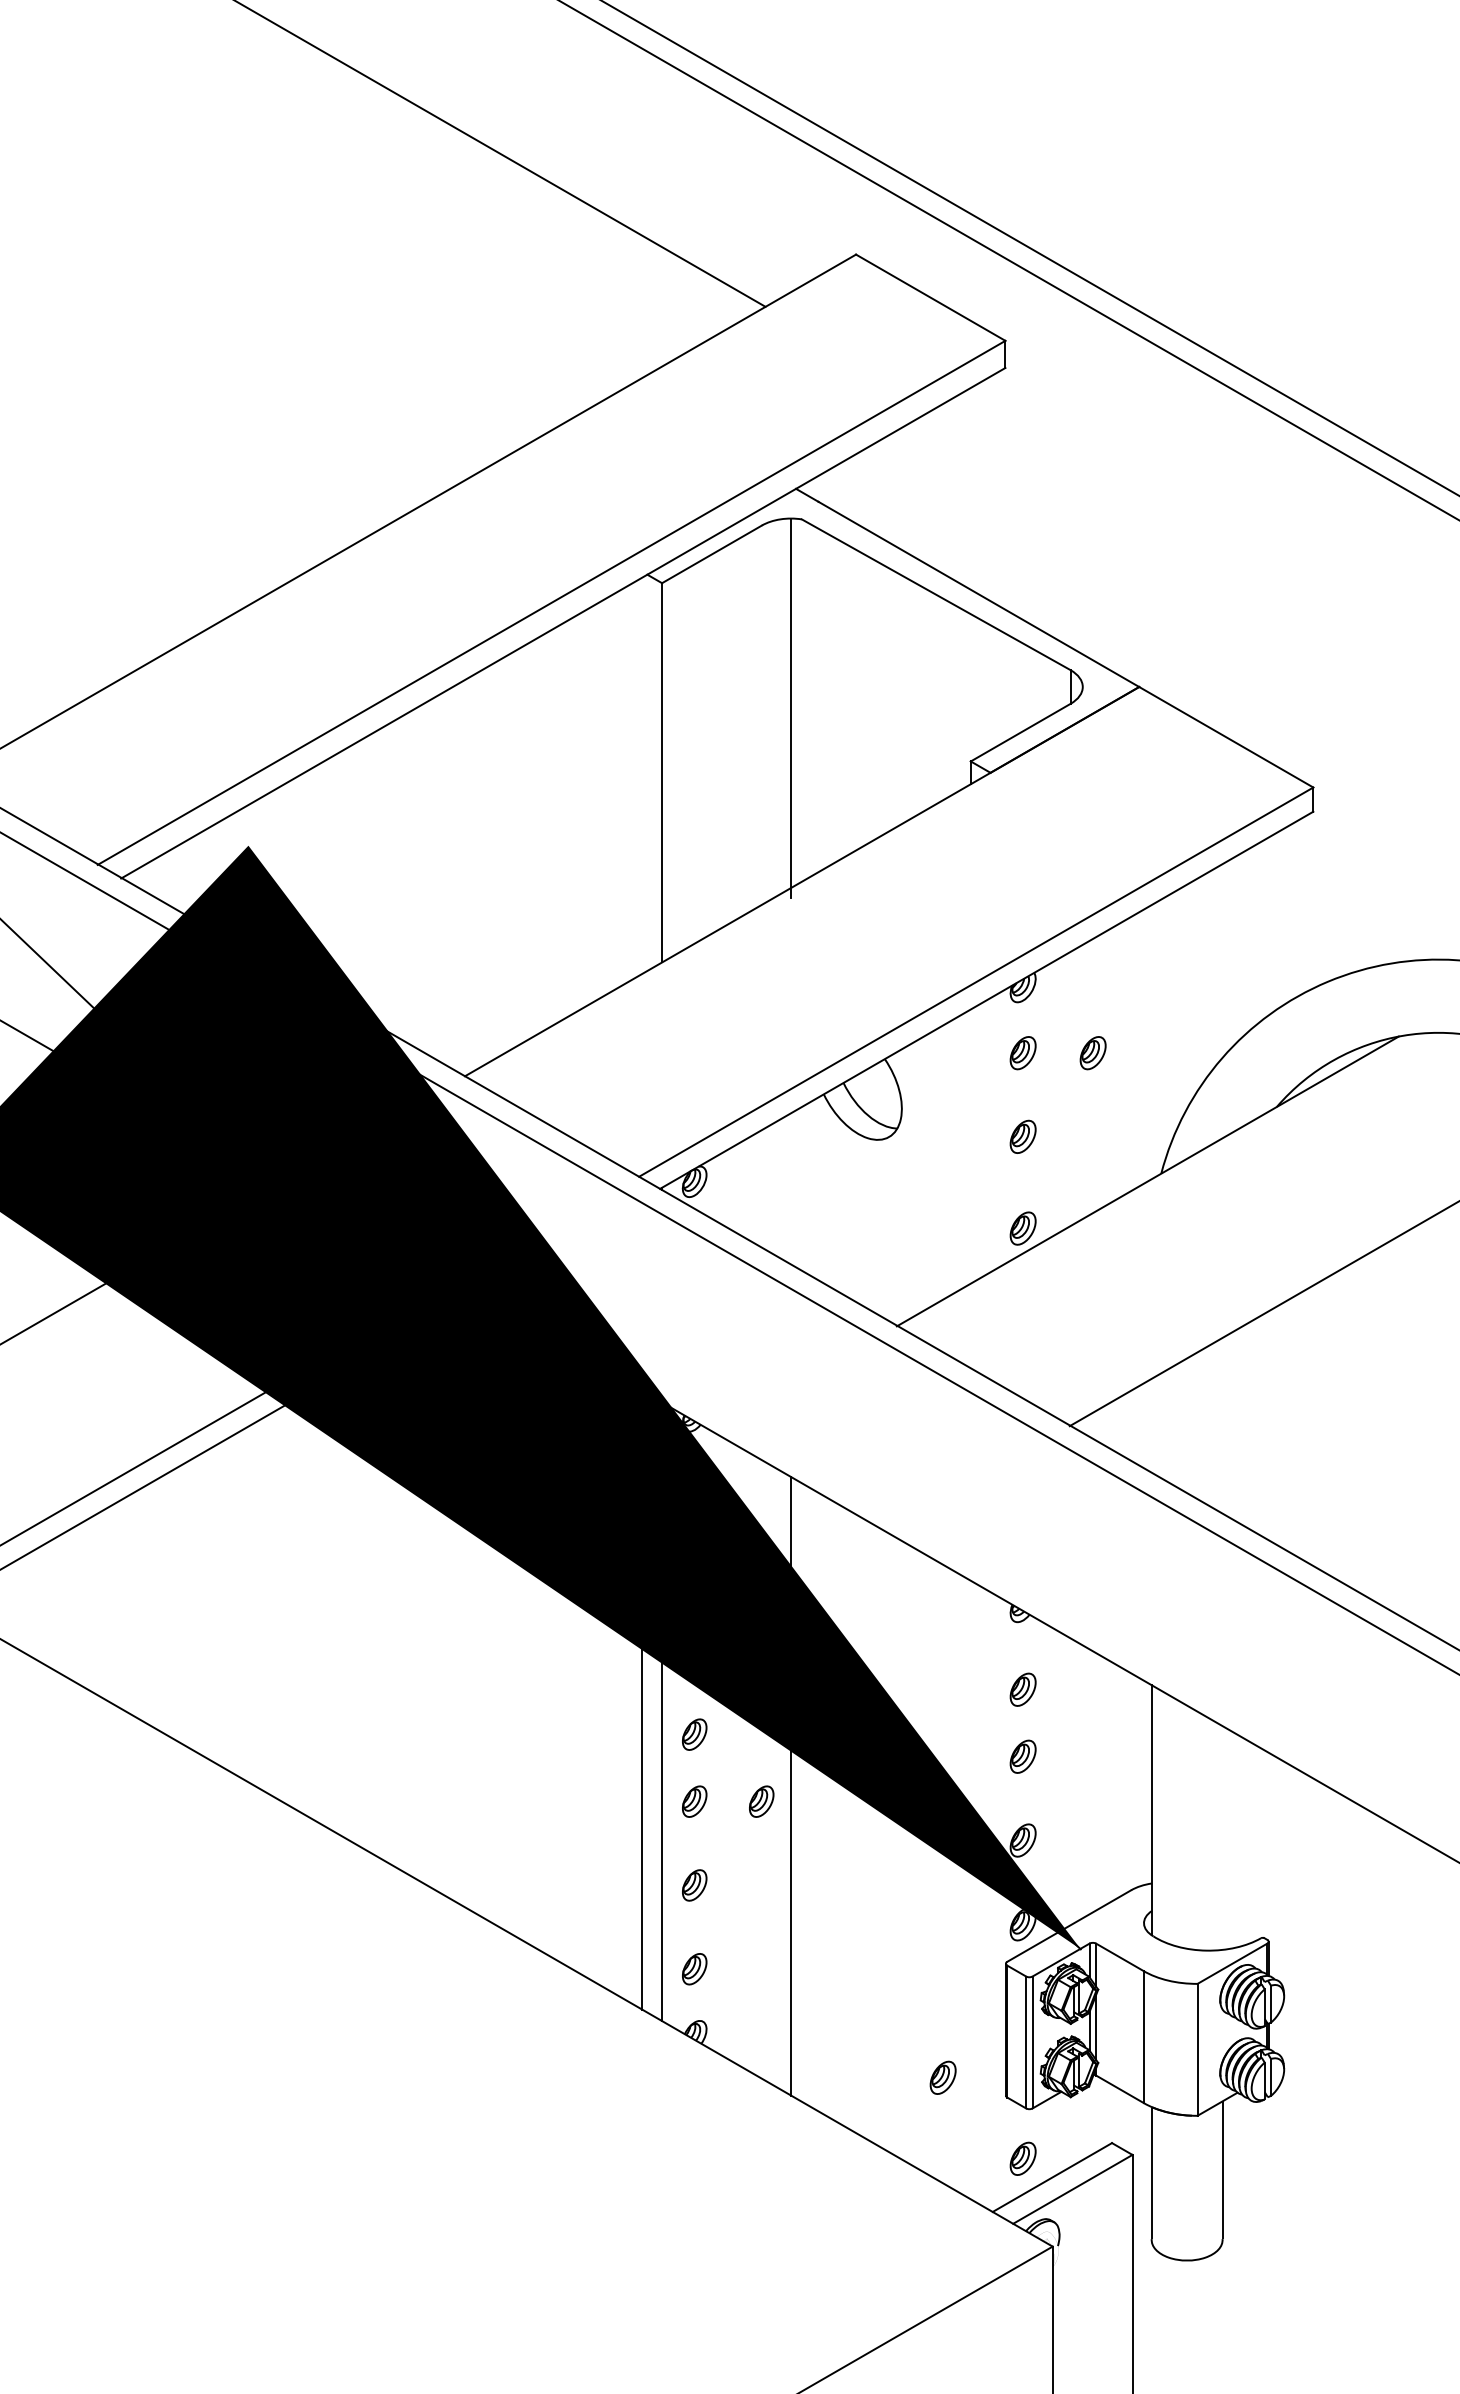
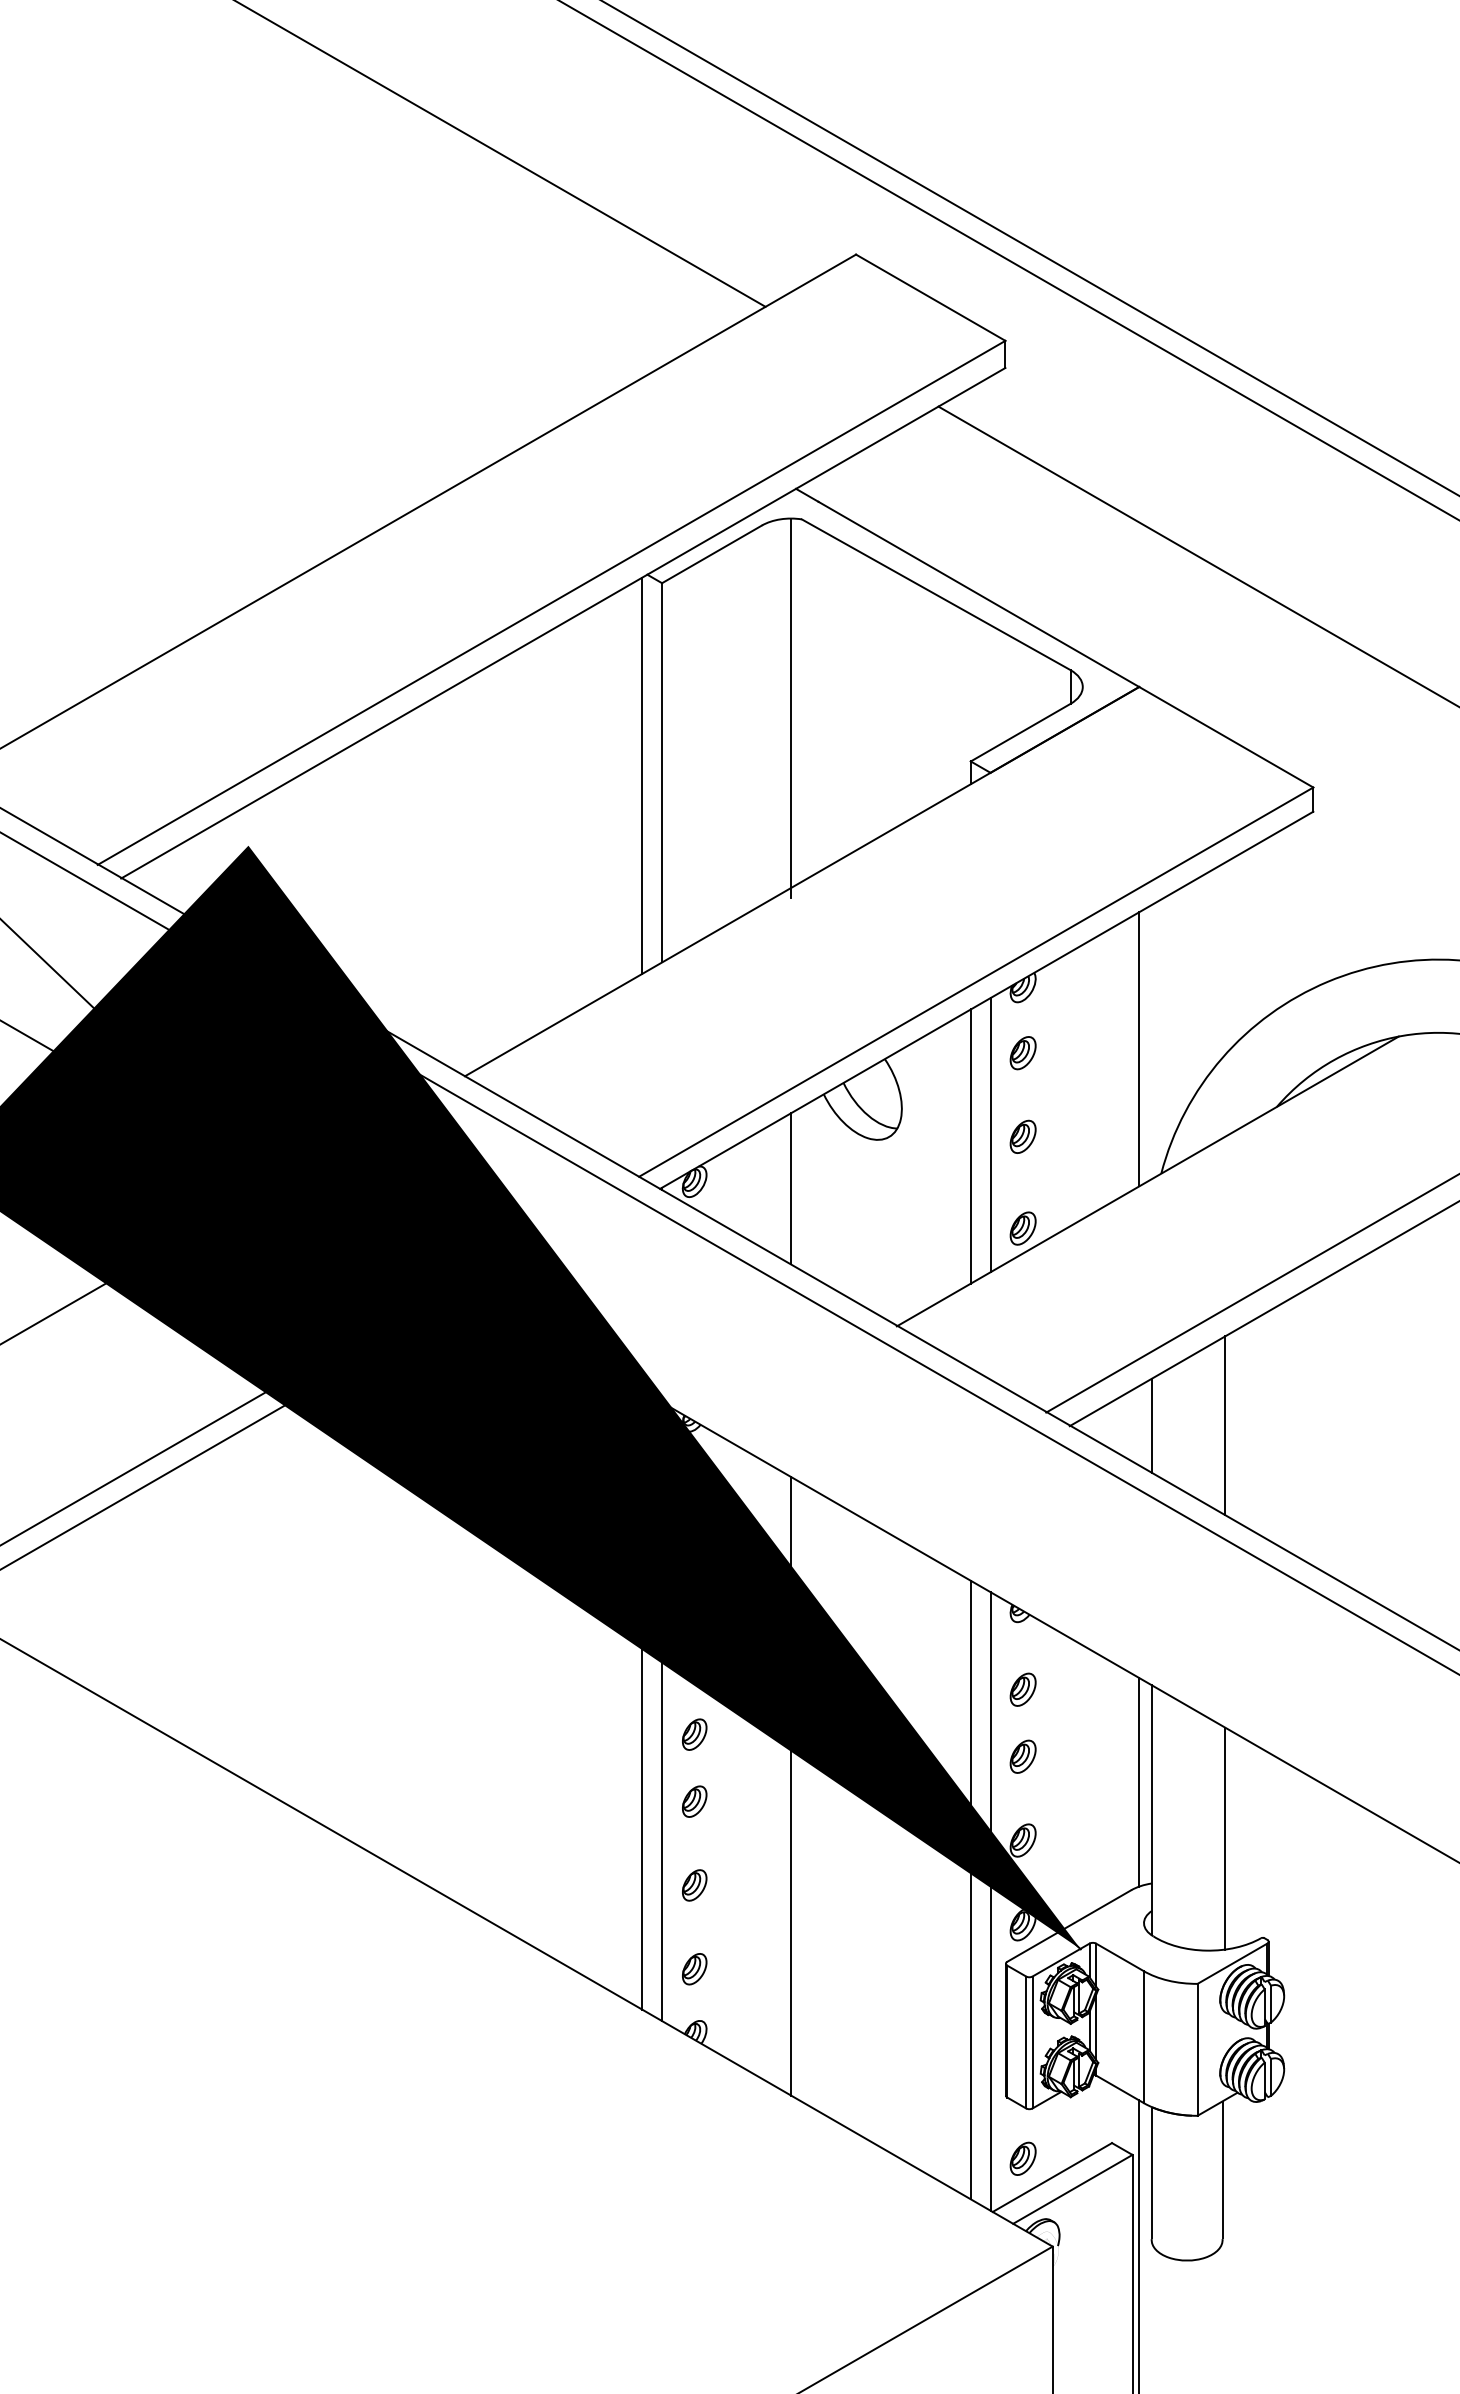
line at (1197, 555): none -> present
line at (642, 775): none -> present
line at (1139, 1049): none -> present
part at (1092, 1053): present -> none
line at (990, 1135): none -> present
line at (970, 1146): none -> present
line at (791, 1188): none -> present
line at (1251, 1293): none -> present
line at (1152, 1425): none -> present
line at (1225, 1425): none -> present
line at (1139, 1782): none -> present
part at (761, 1801): present -> none
line at (1225, 1838): none -> present
line at (970, 1889): none -> present
line at (990, 1901): none -> present
part at (942, 2077): present -> none
line at (1139, 2245): none -> present
